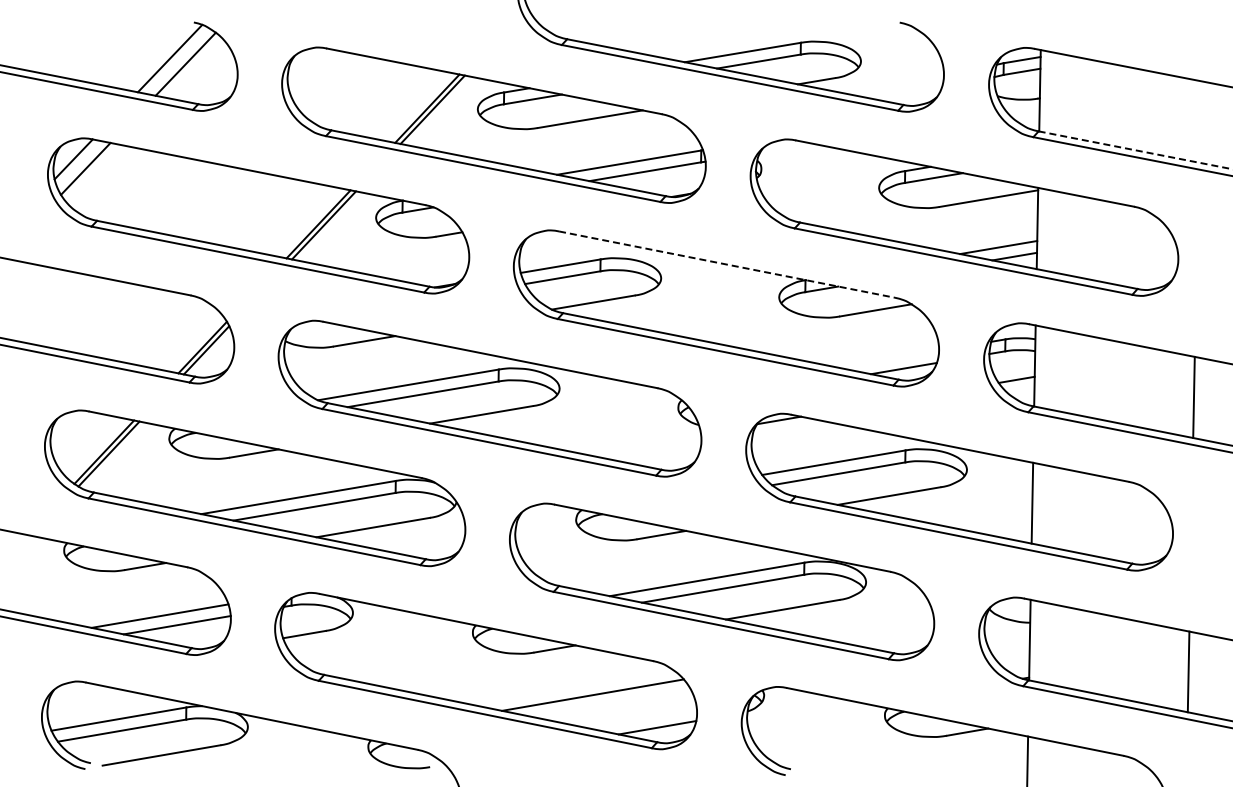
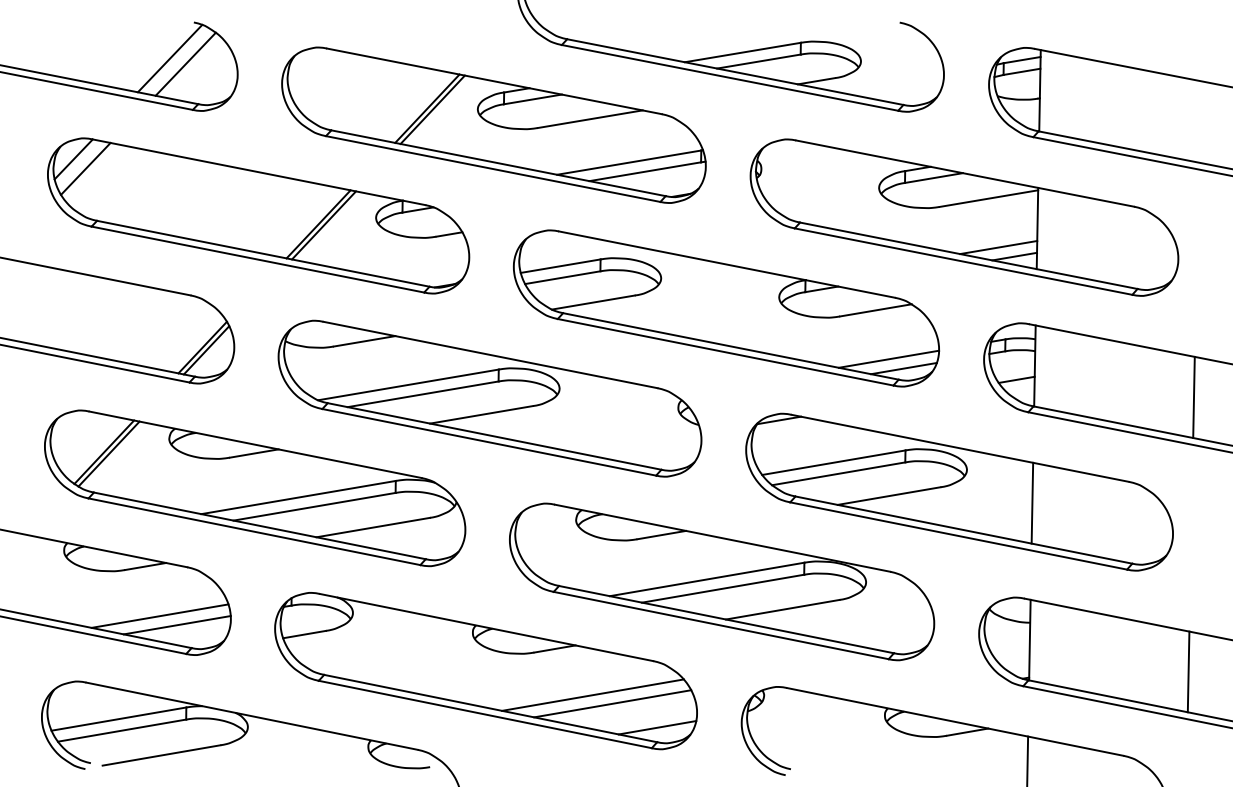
line at (1135, 150): dashed -> solid
line at (727, 264): dashed -> solid
line at (888, 358): none -> present
line at (612, 703): none -> present
